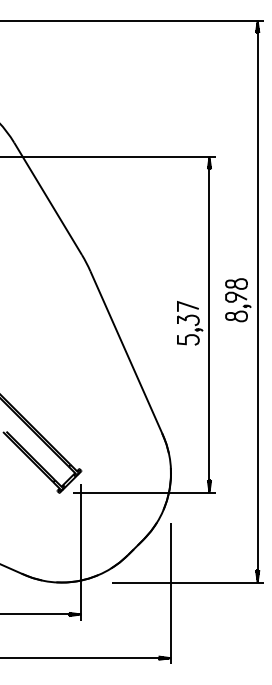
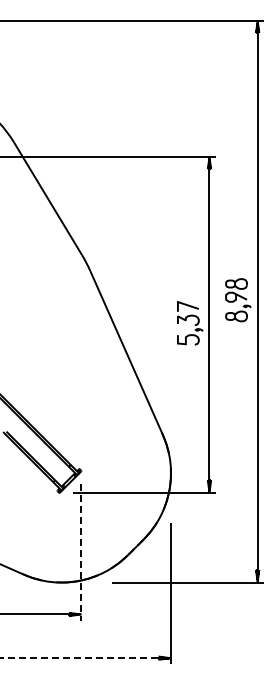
line at (81, 552): solid -> dashed
line at (86, 658): solid -> dashed
